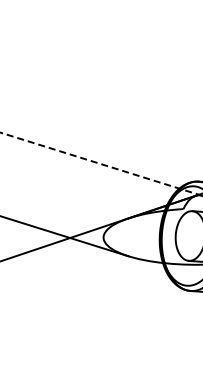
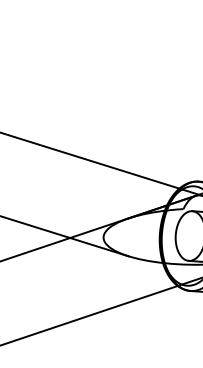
line at (101, 164): dashed -> solid
line at (100, 311): none -> present
